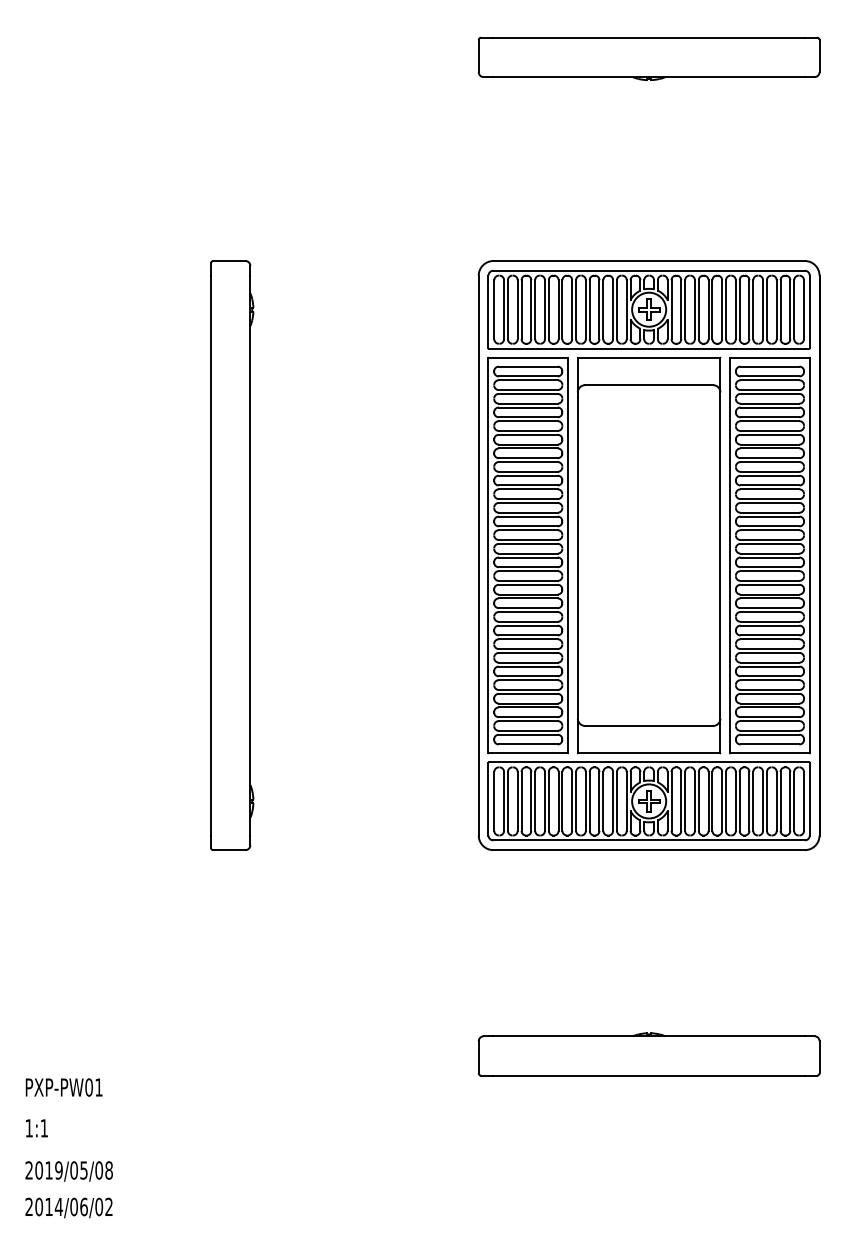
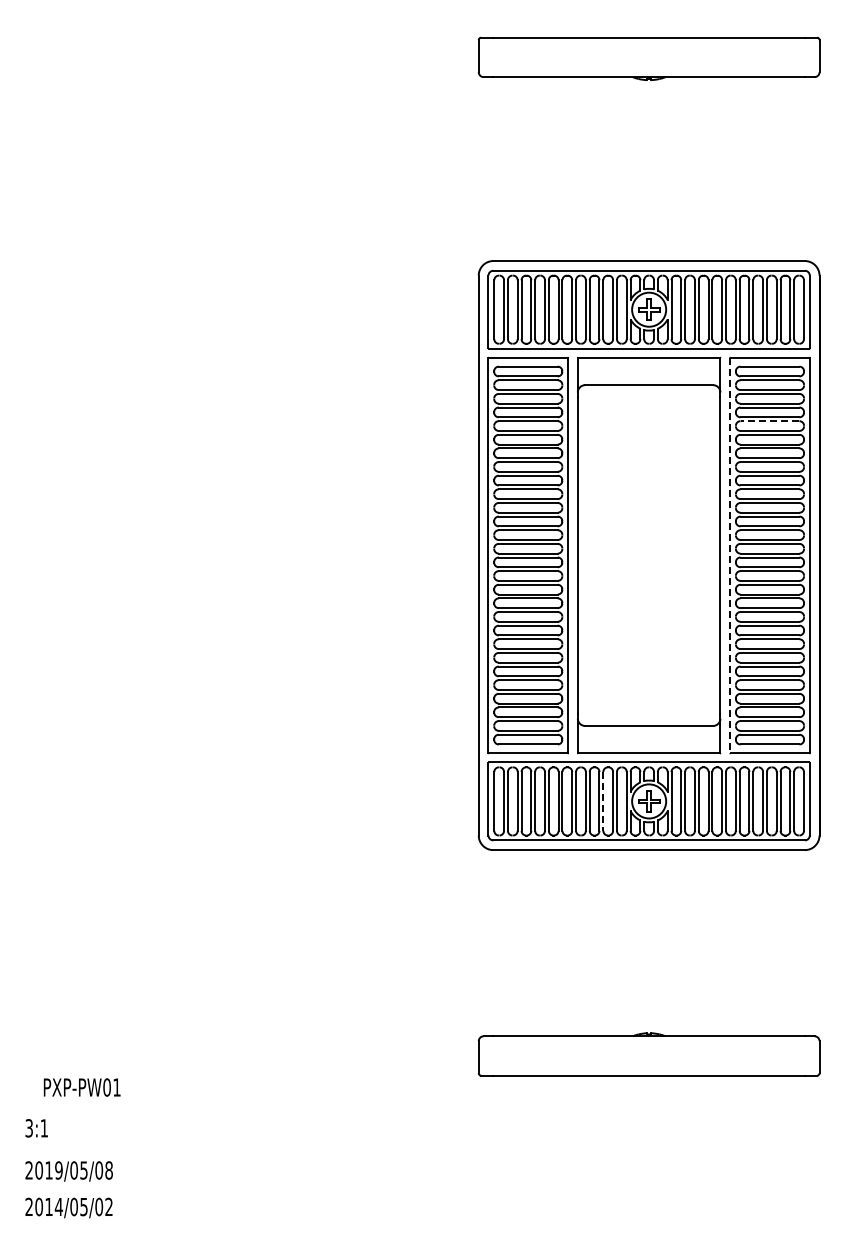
line at (769, 421): solid -> dashed
part at (232, 555): present -> none
line at (730, 556): solid -> dashed
line at (603, 801): solid -> dashed
text at (63, 1087) position: (63, 1087) -> (81, 1087)
text at (28, 1128): 1:1 -> 3:1
text at (83, 1206): 2014/06/02 -> 2014/05/02
